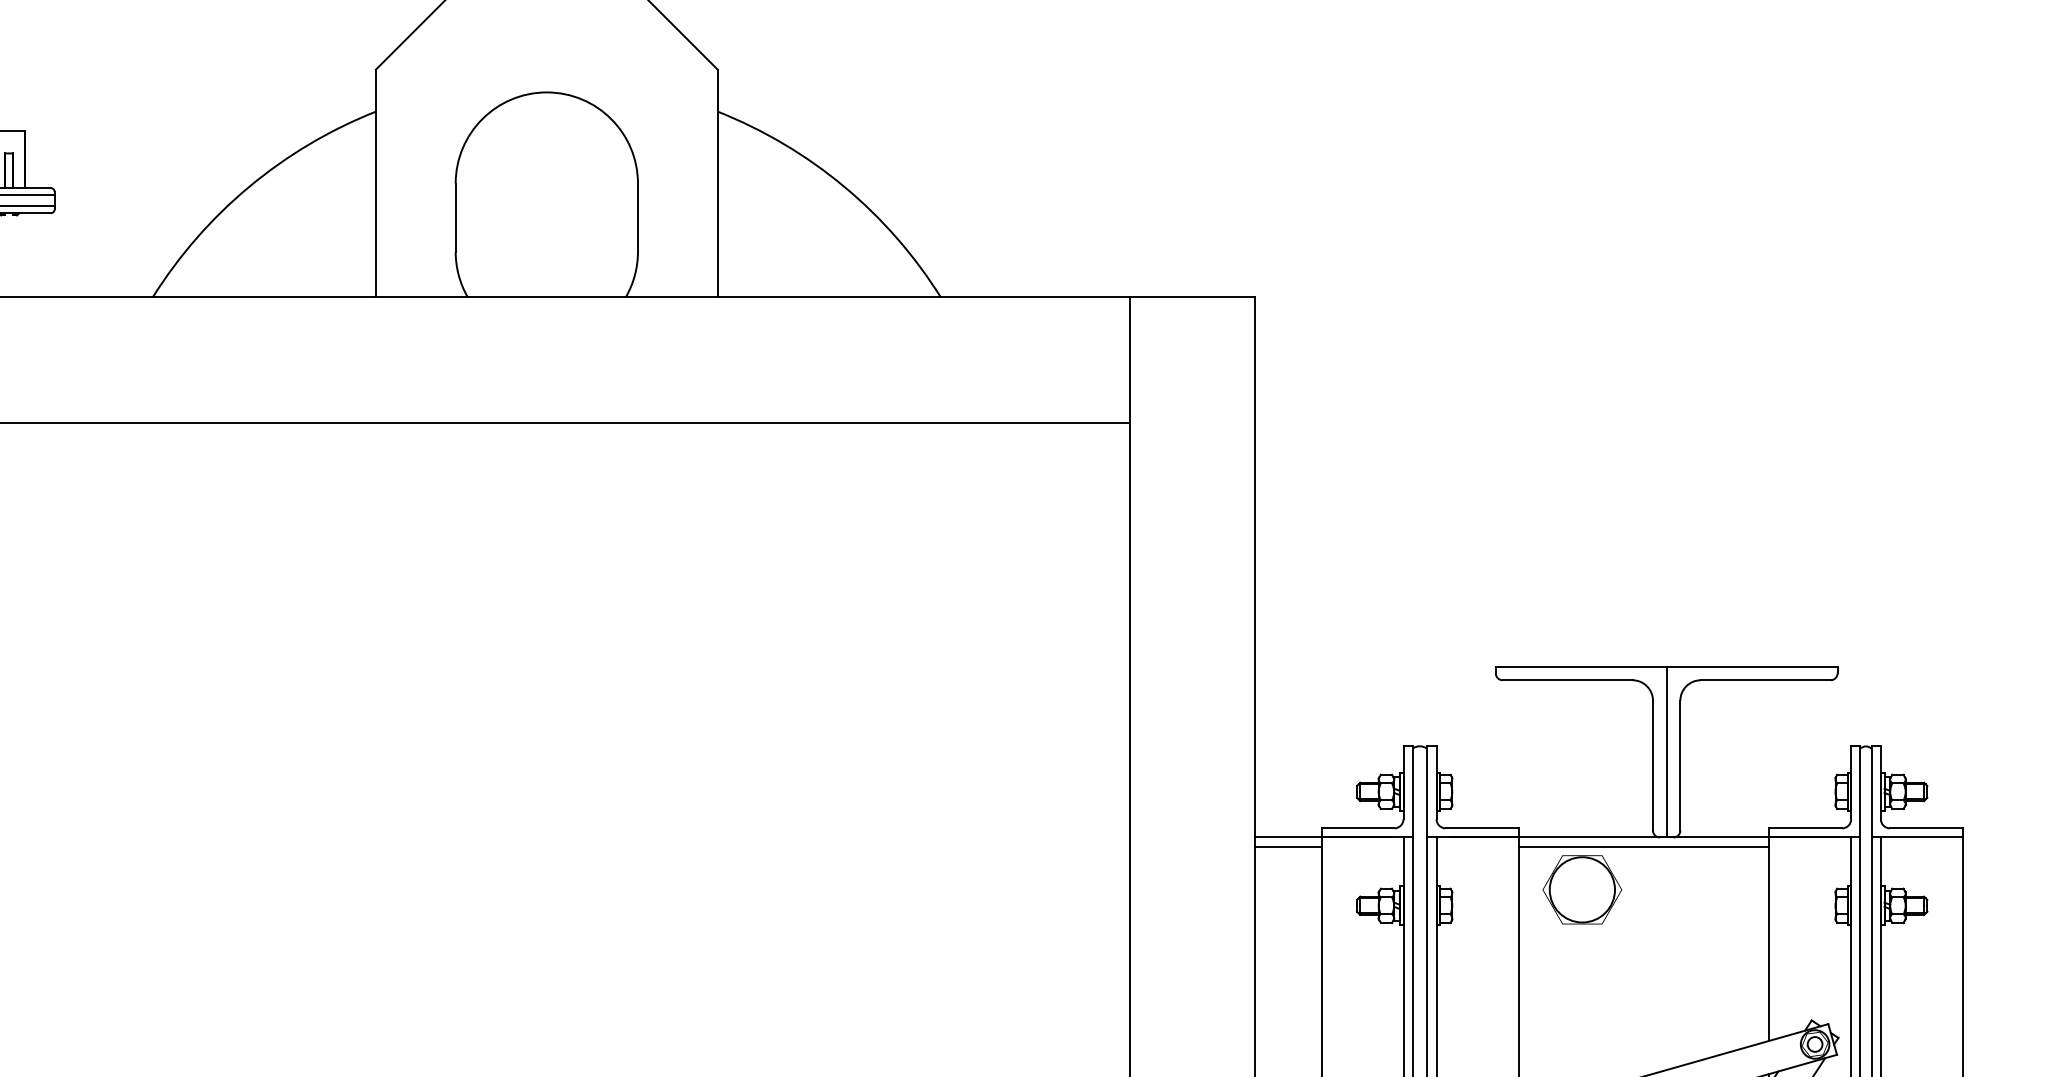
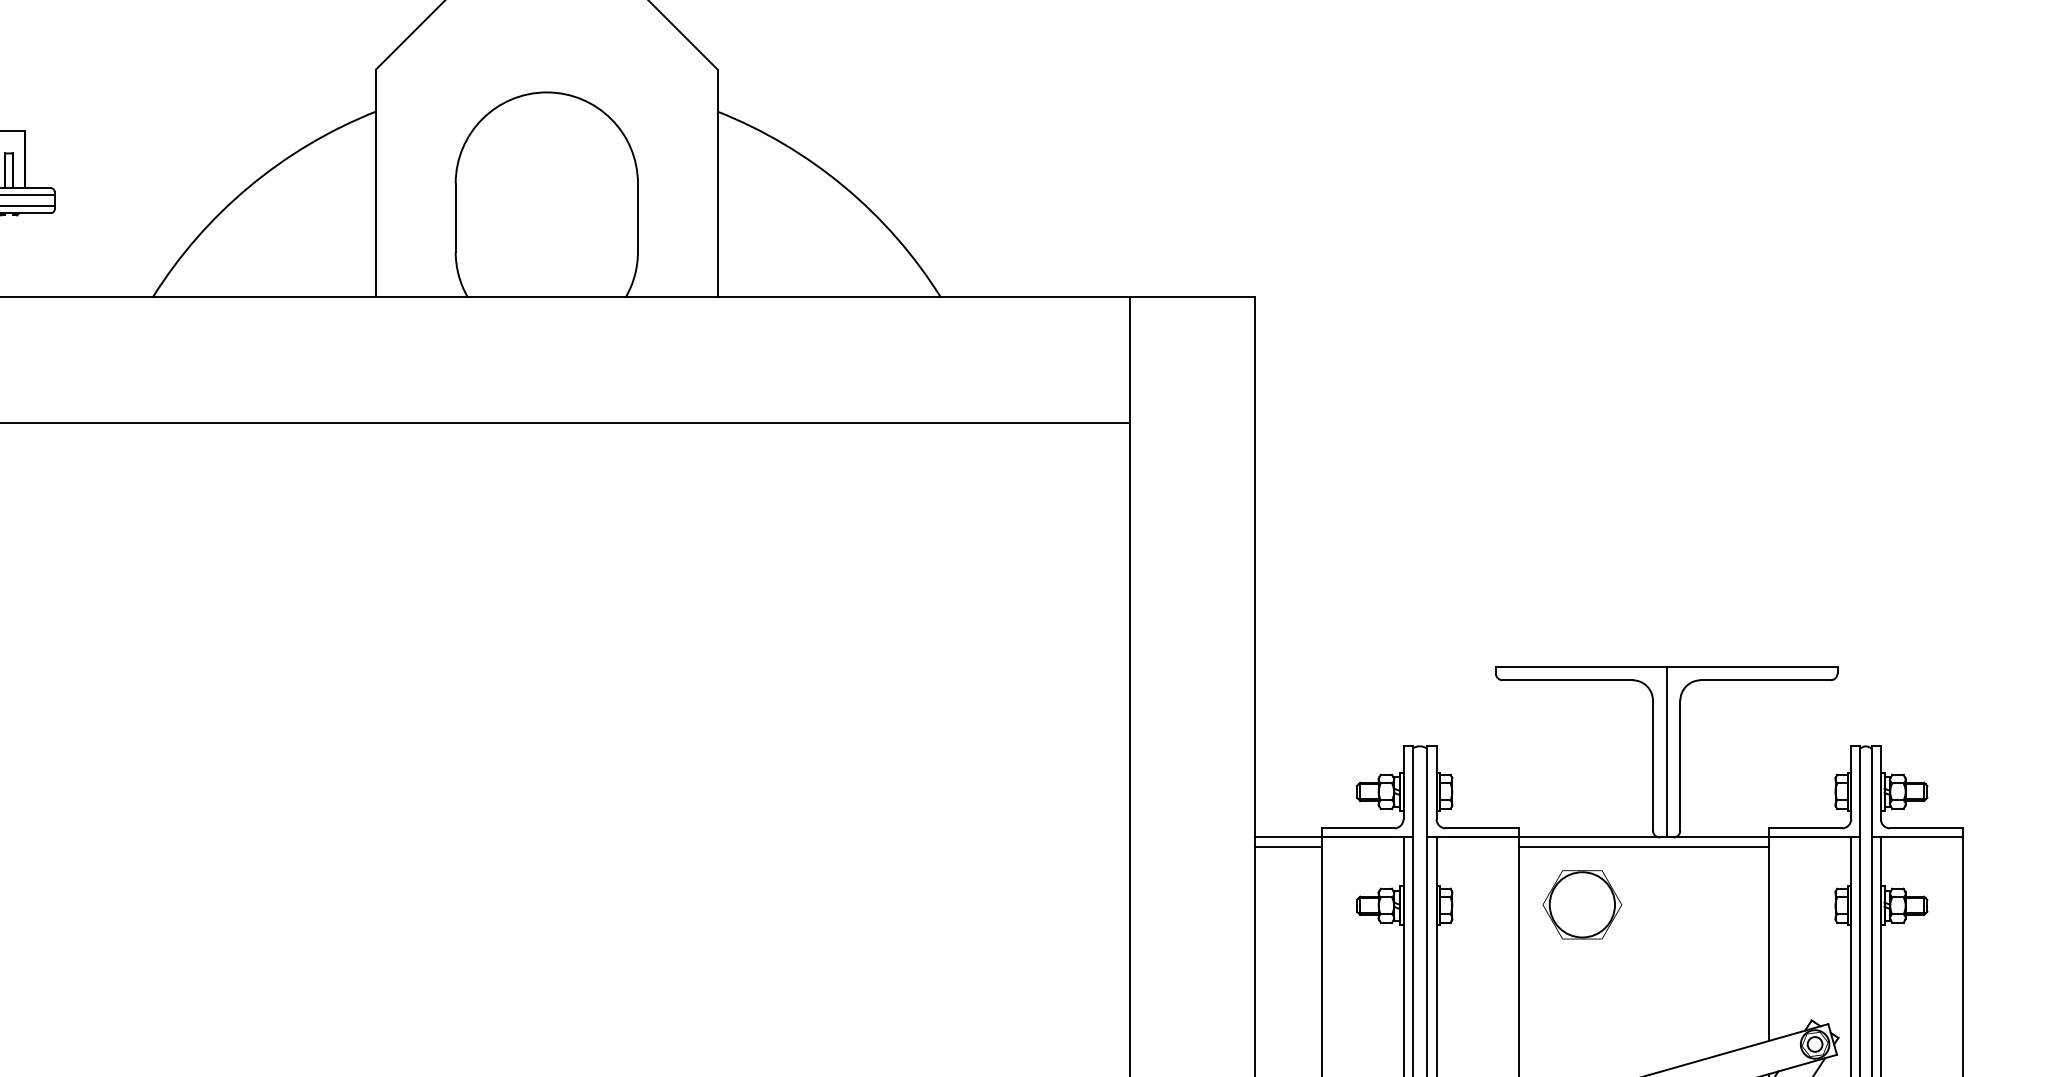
part at (1582, 889) position: (1582, 889) -> (1582, 904)
